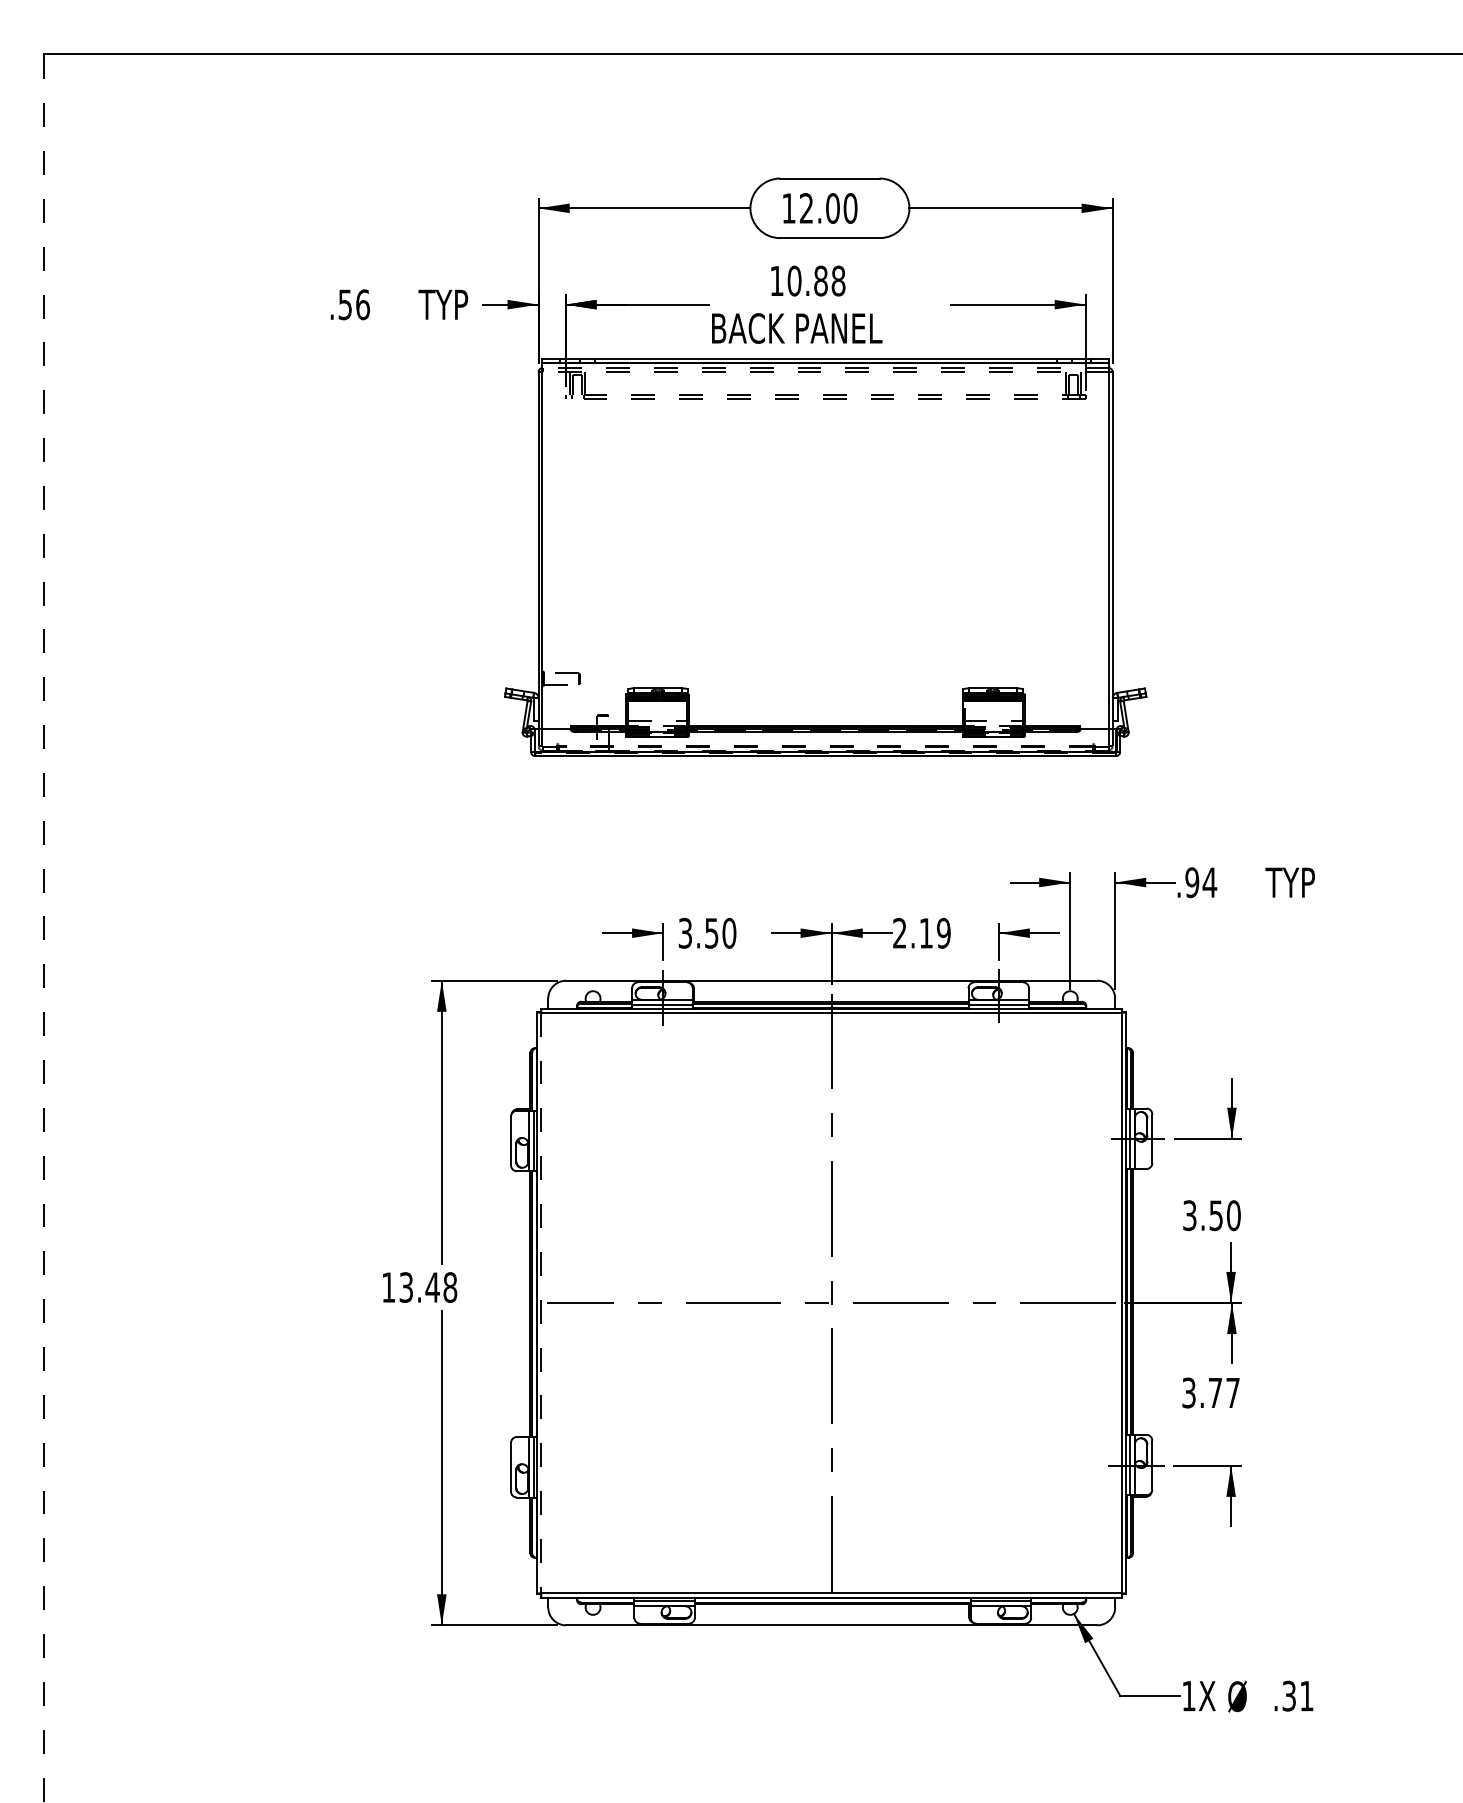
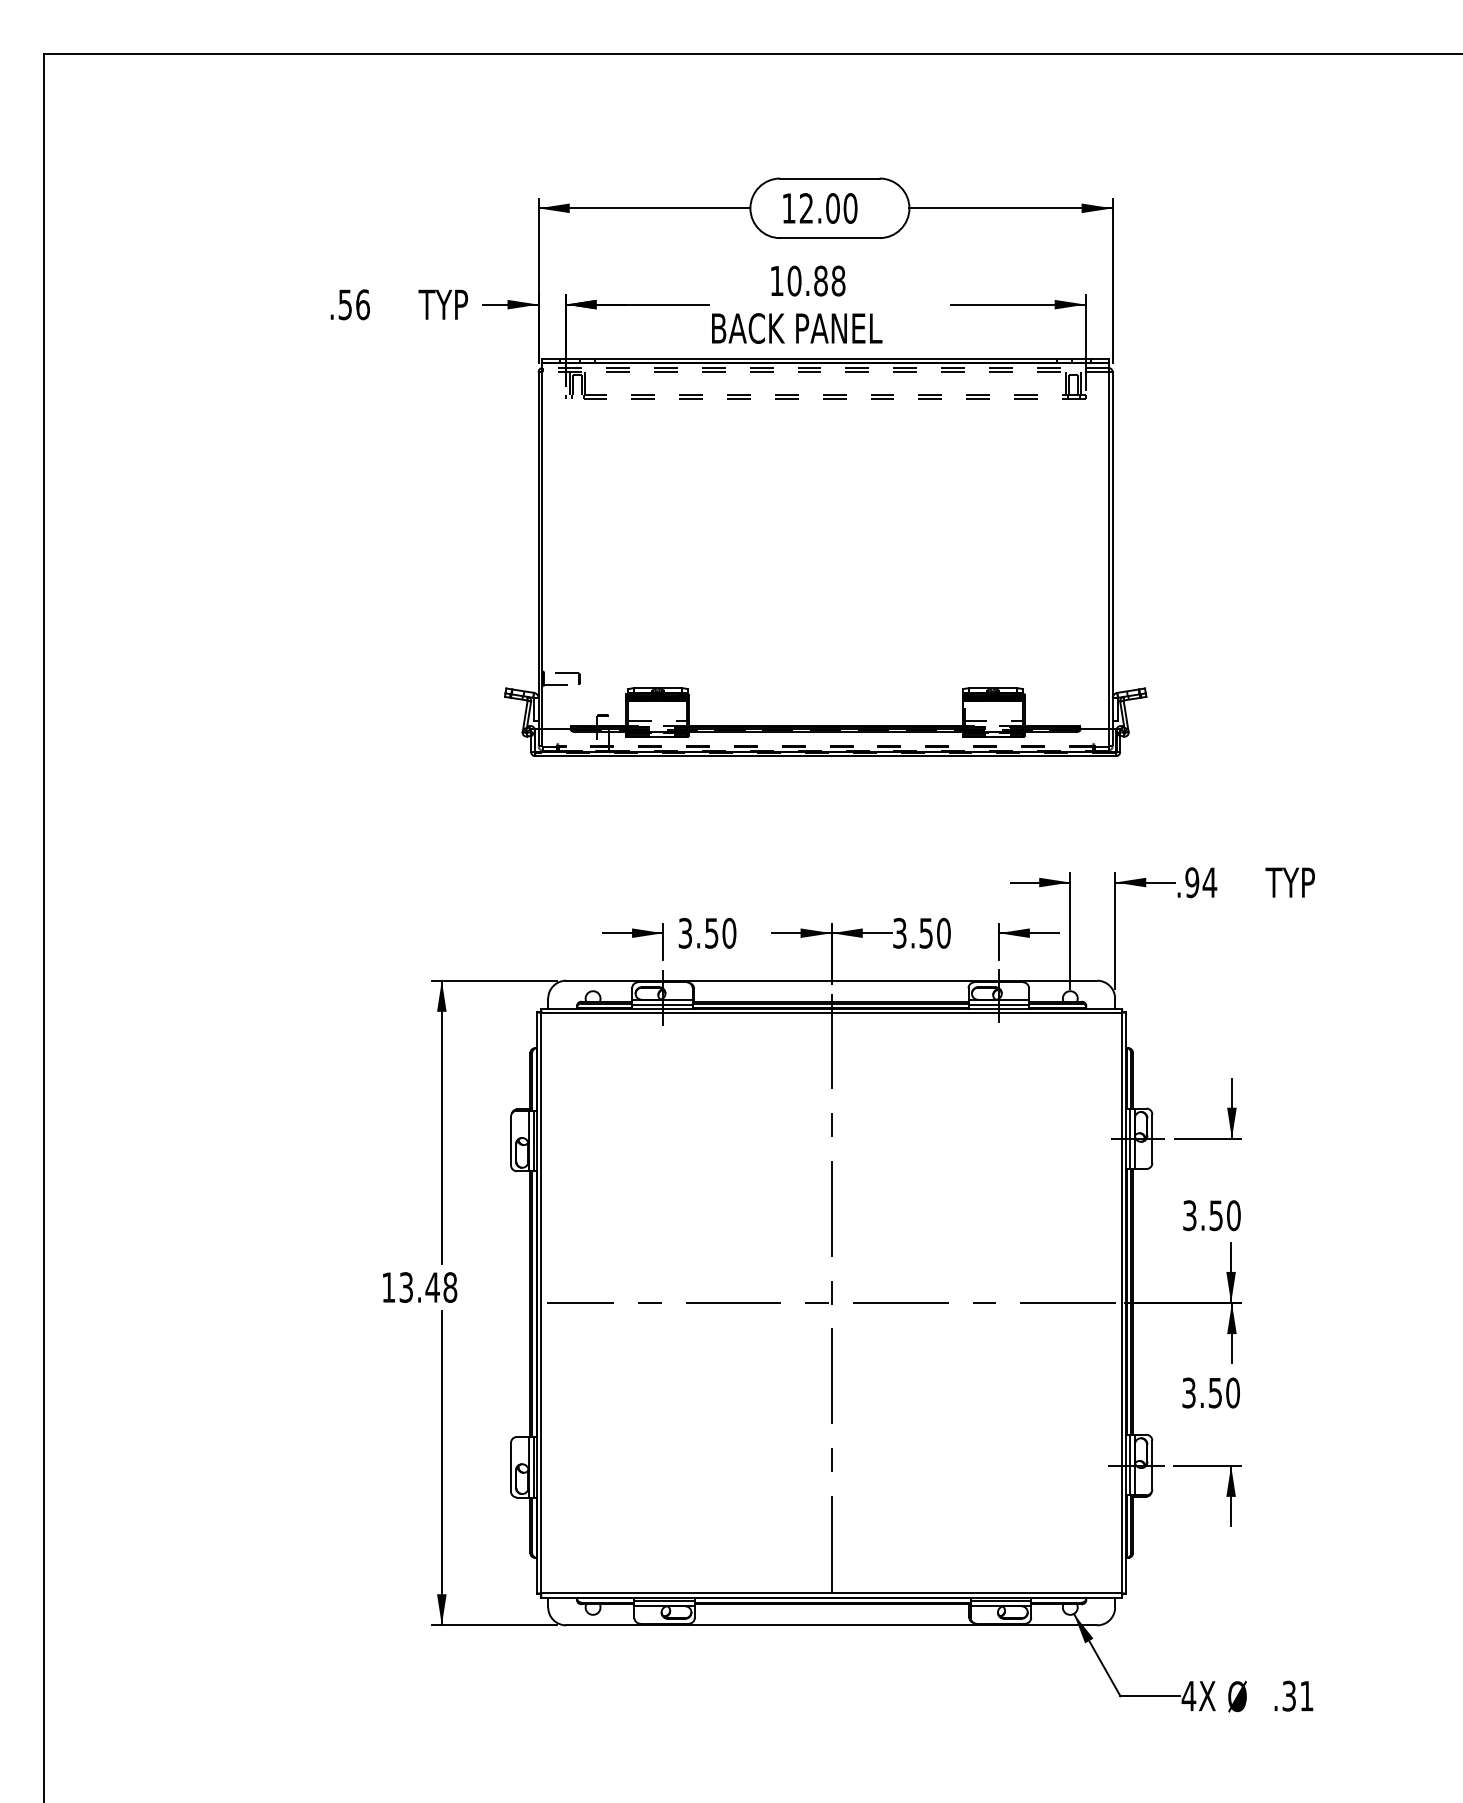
line at (43, 927): dashed -> solid
text at (921, 933): 2.19 -> 3.50
line at (541, 1303): dashed -> solid
text at (1223, 1392): 3.77 -> 3.50
text at (1188, 1696): 1X -> 4X
